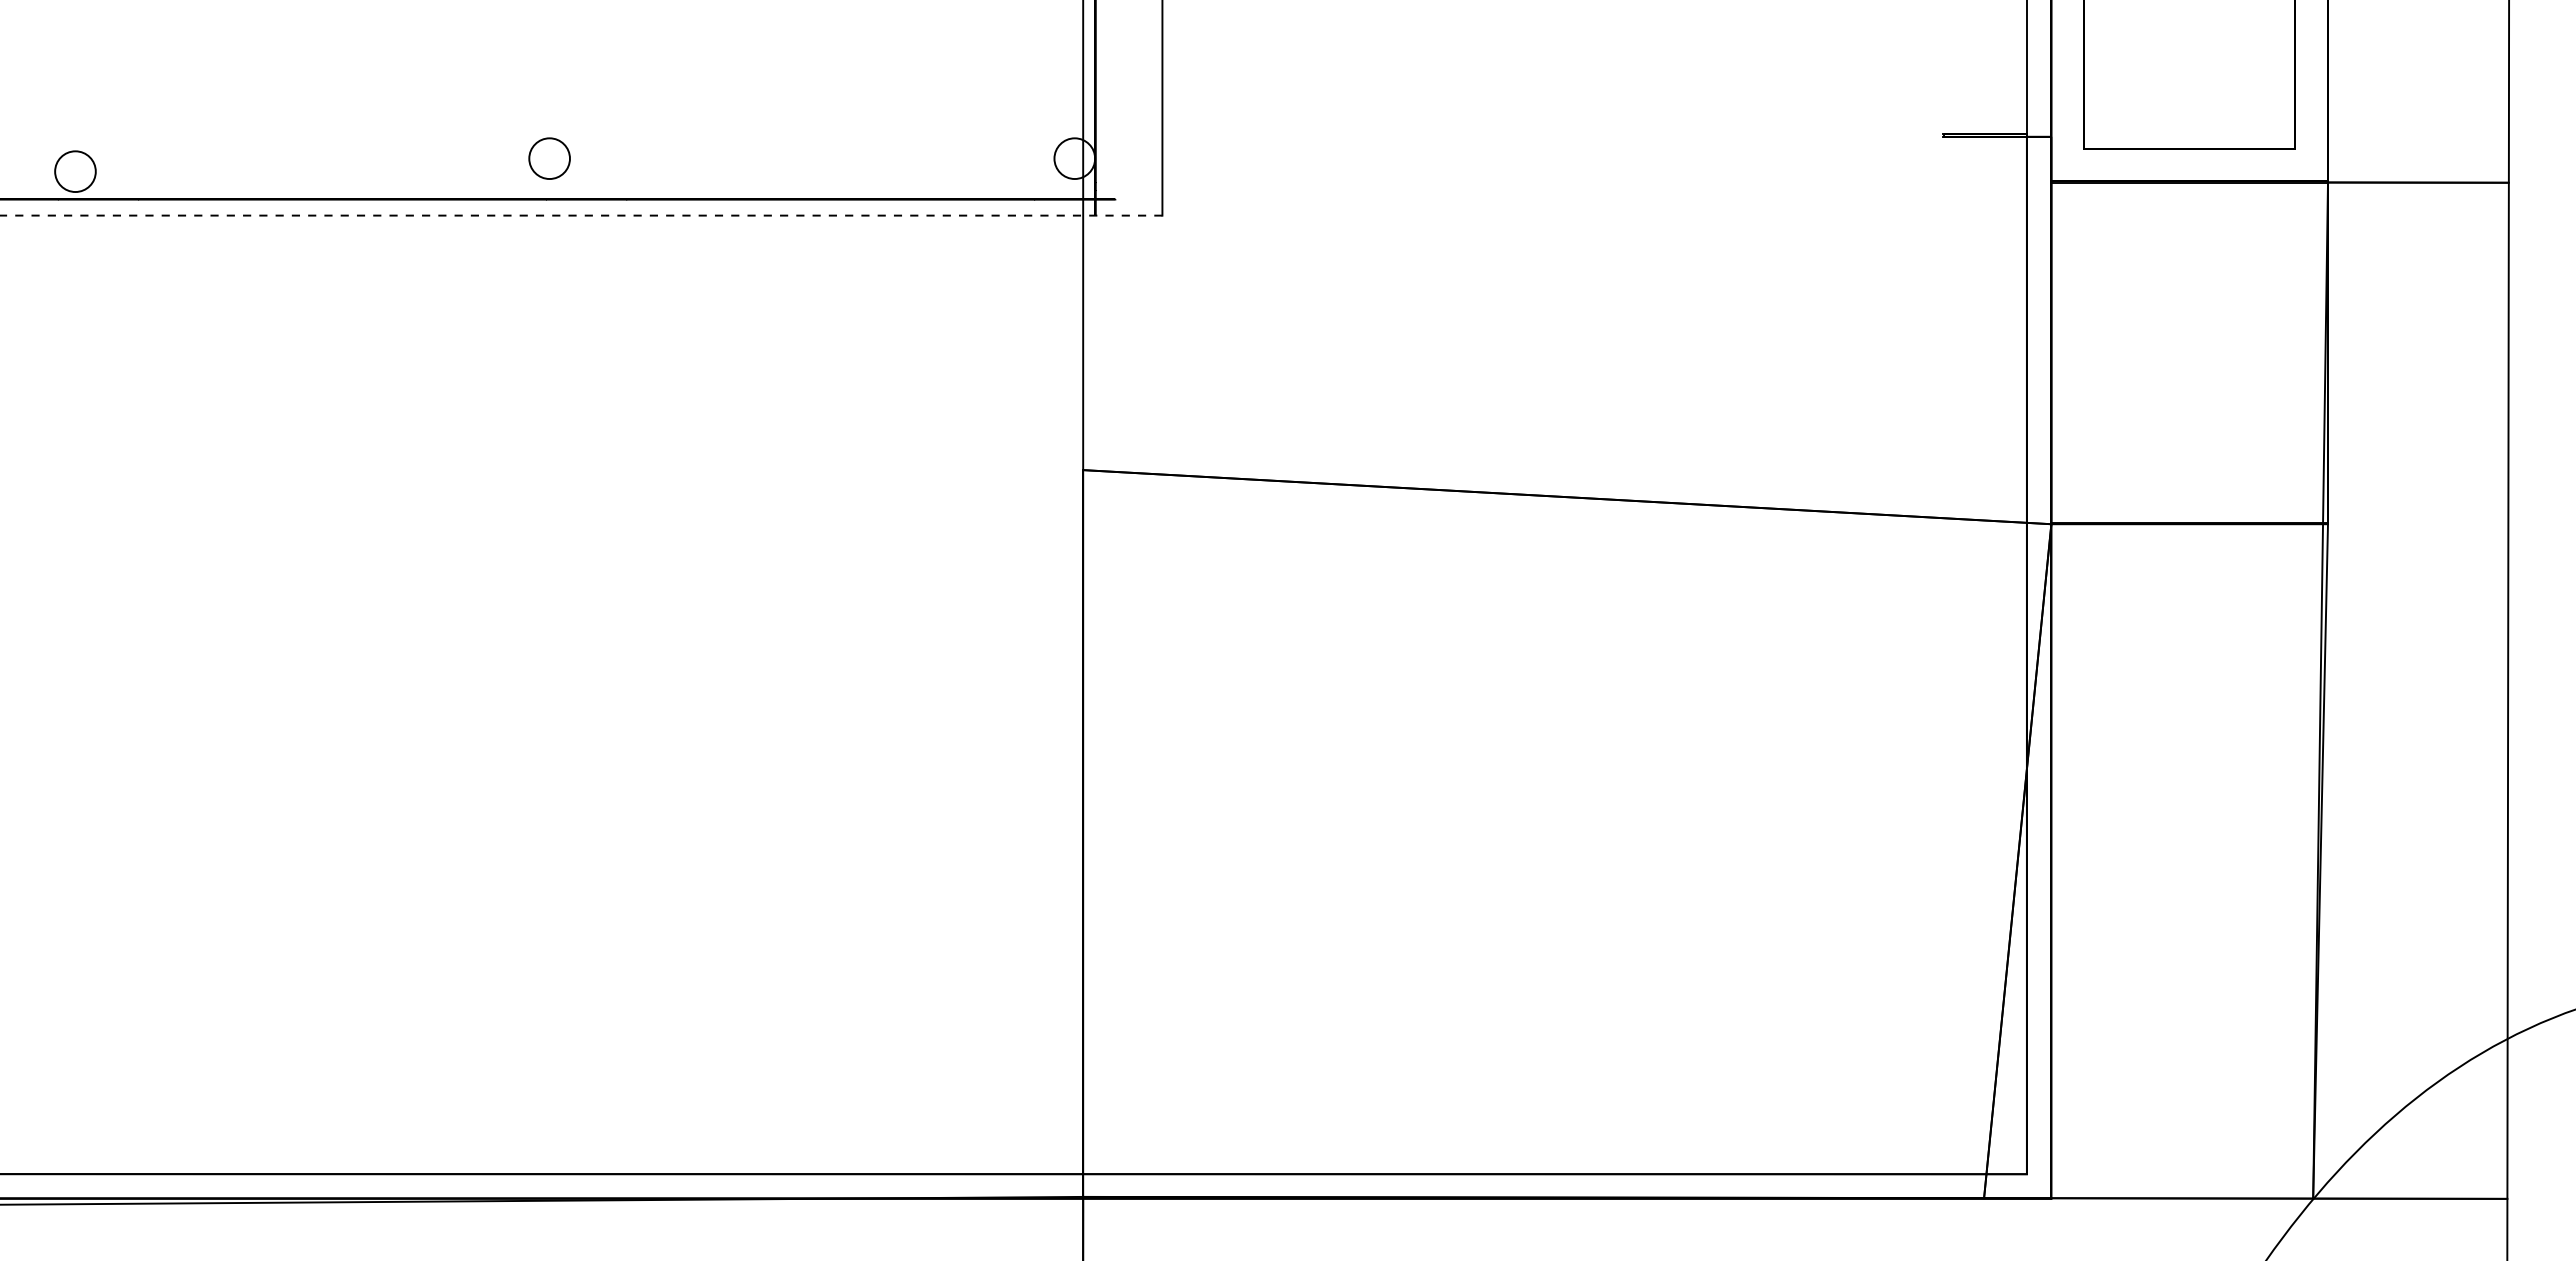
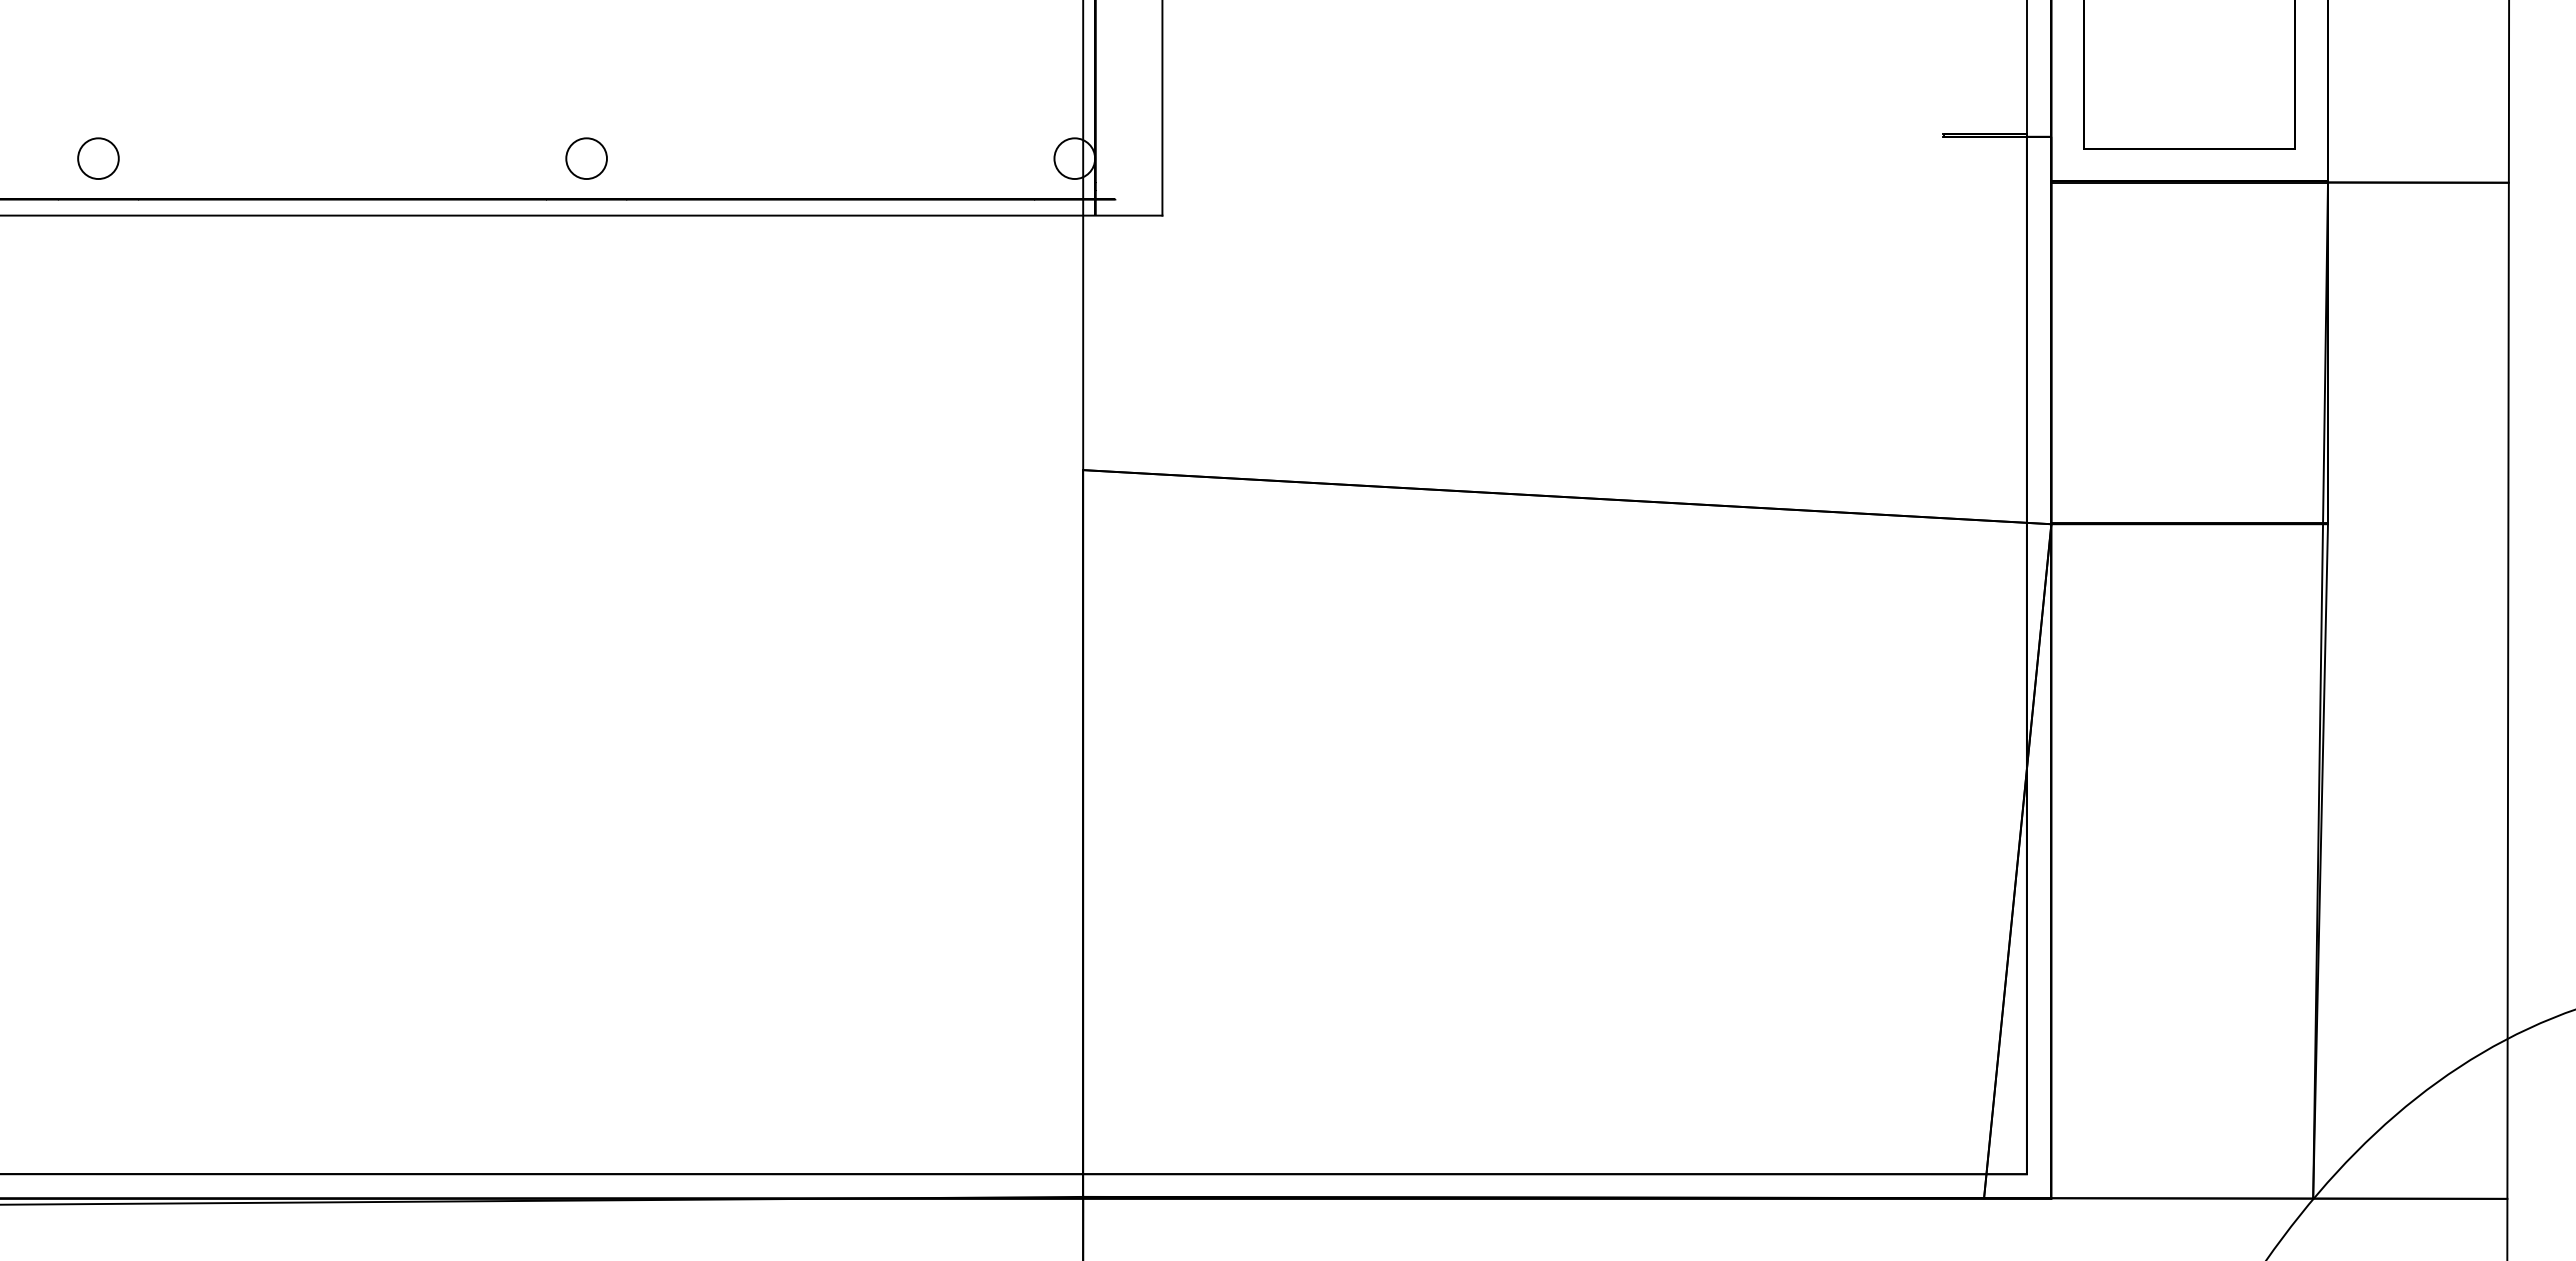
circle at (549, 158) position: (549, 158) -> (586, 158)
circle at (75, 171) position: (75, 171) -> (98, 158)
line at (581, 215): dashed -> solid
